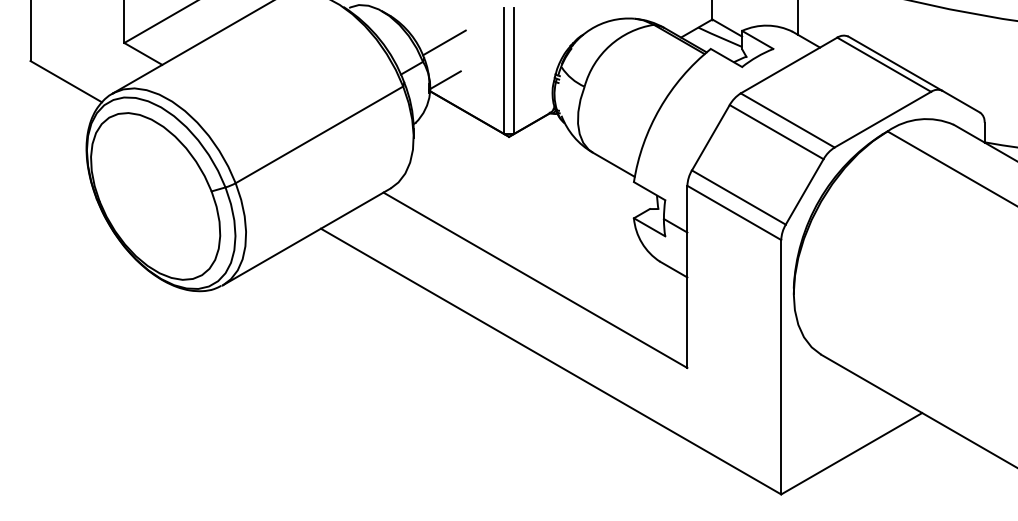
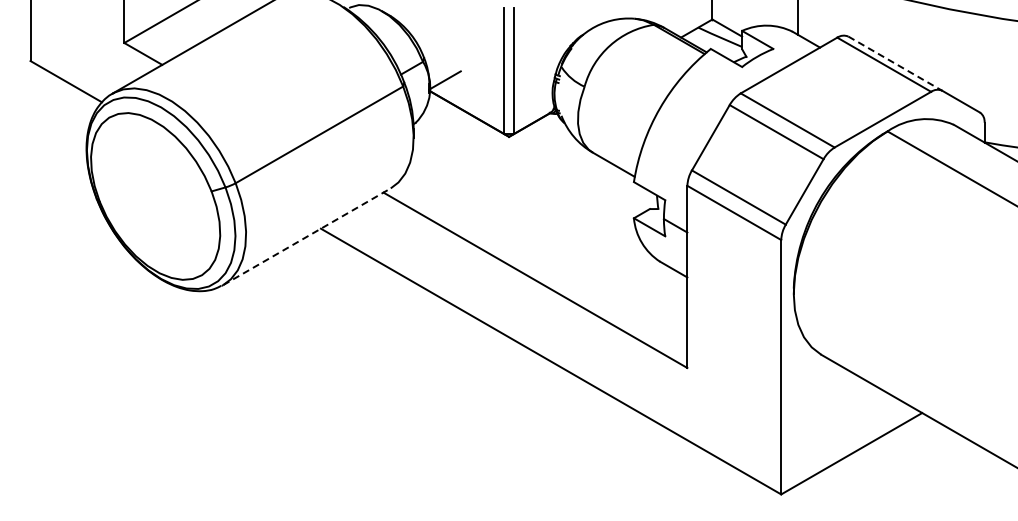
line at (444, 42): present -> none
line at (895, 63): solid -> dashed
line at (307, 236): solid -> dashed
